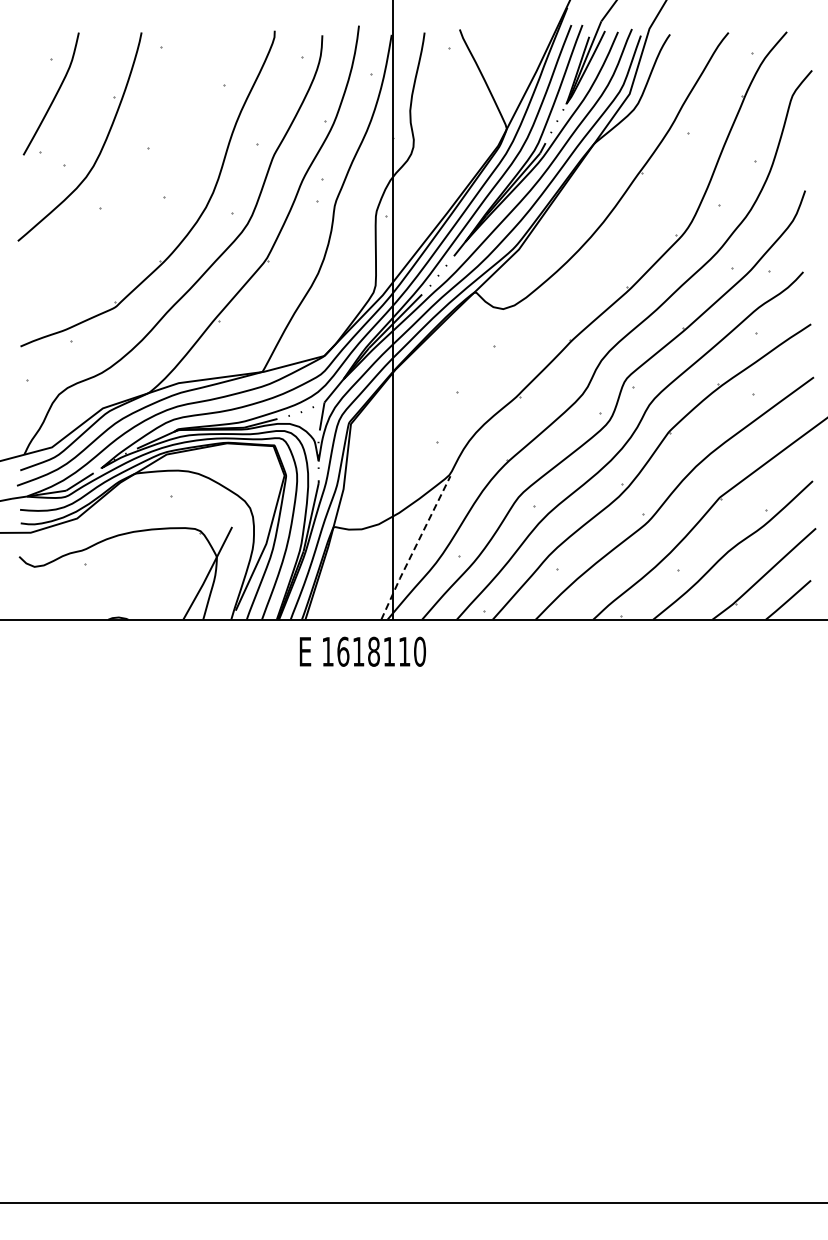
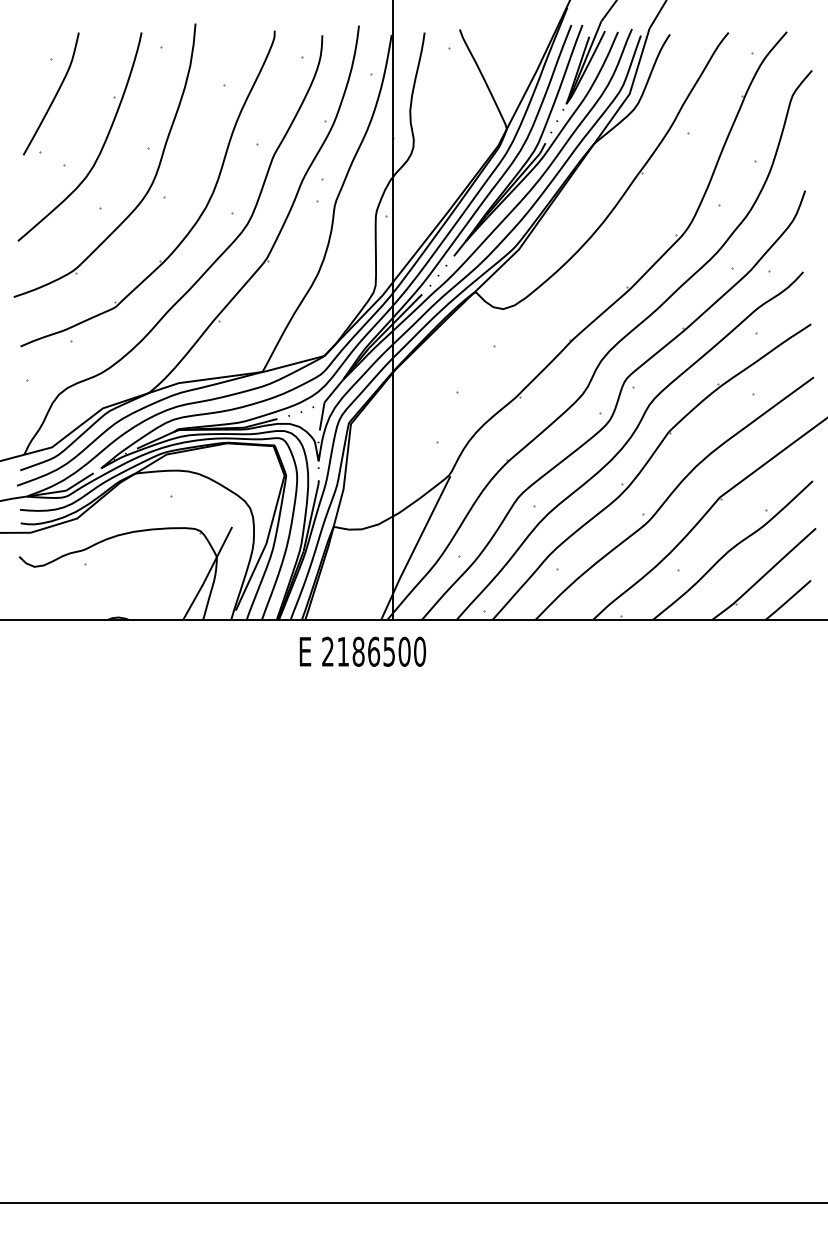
part at (150, 184): none -> present
line at (415, 547): dashed -> solid
text at (366, 651): 1618110 -> 2186500
